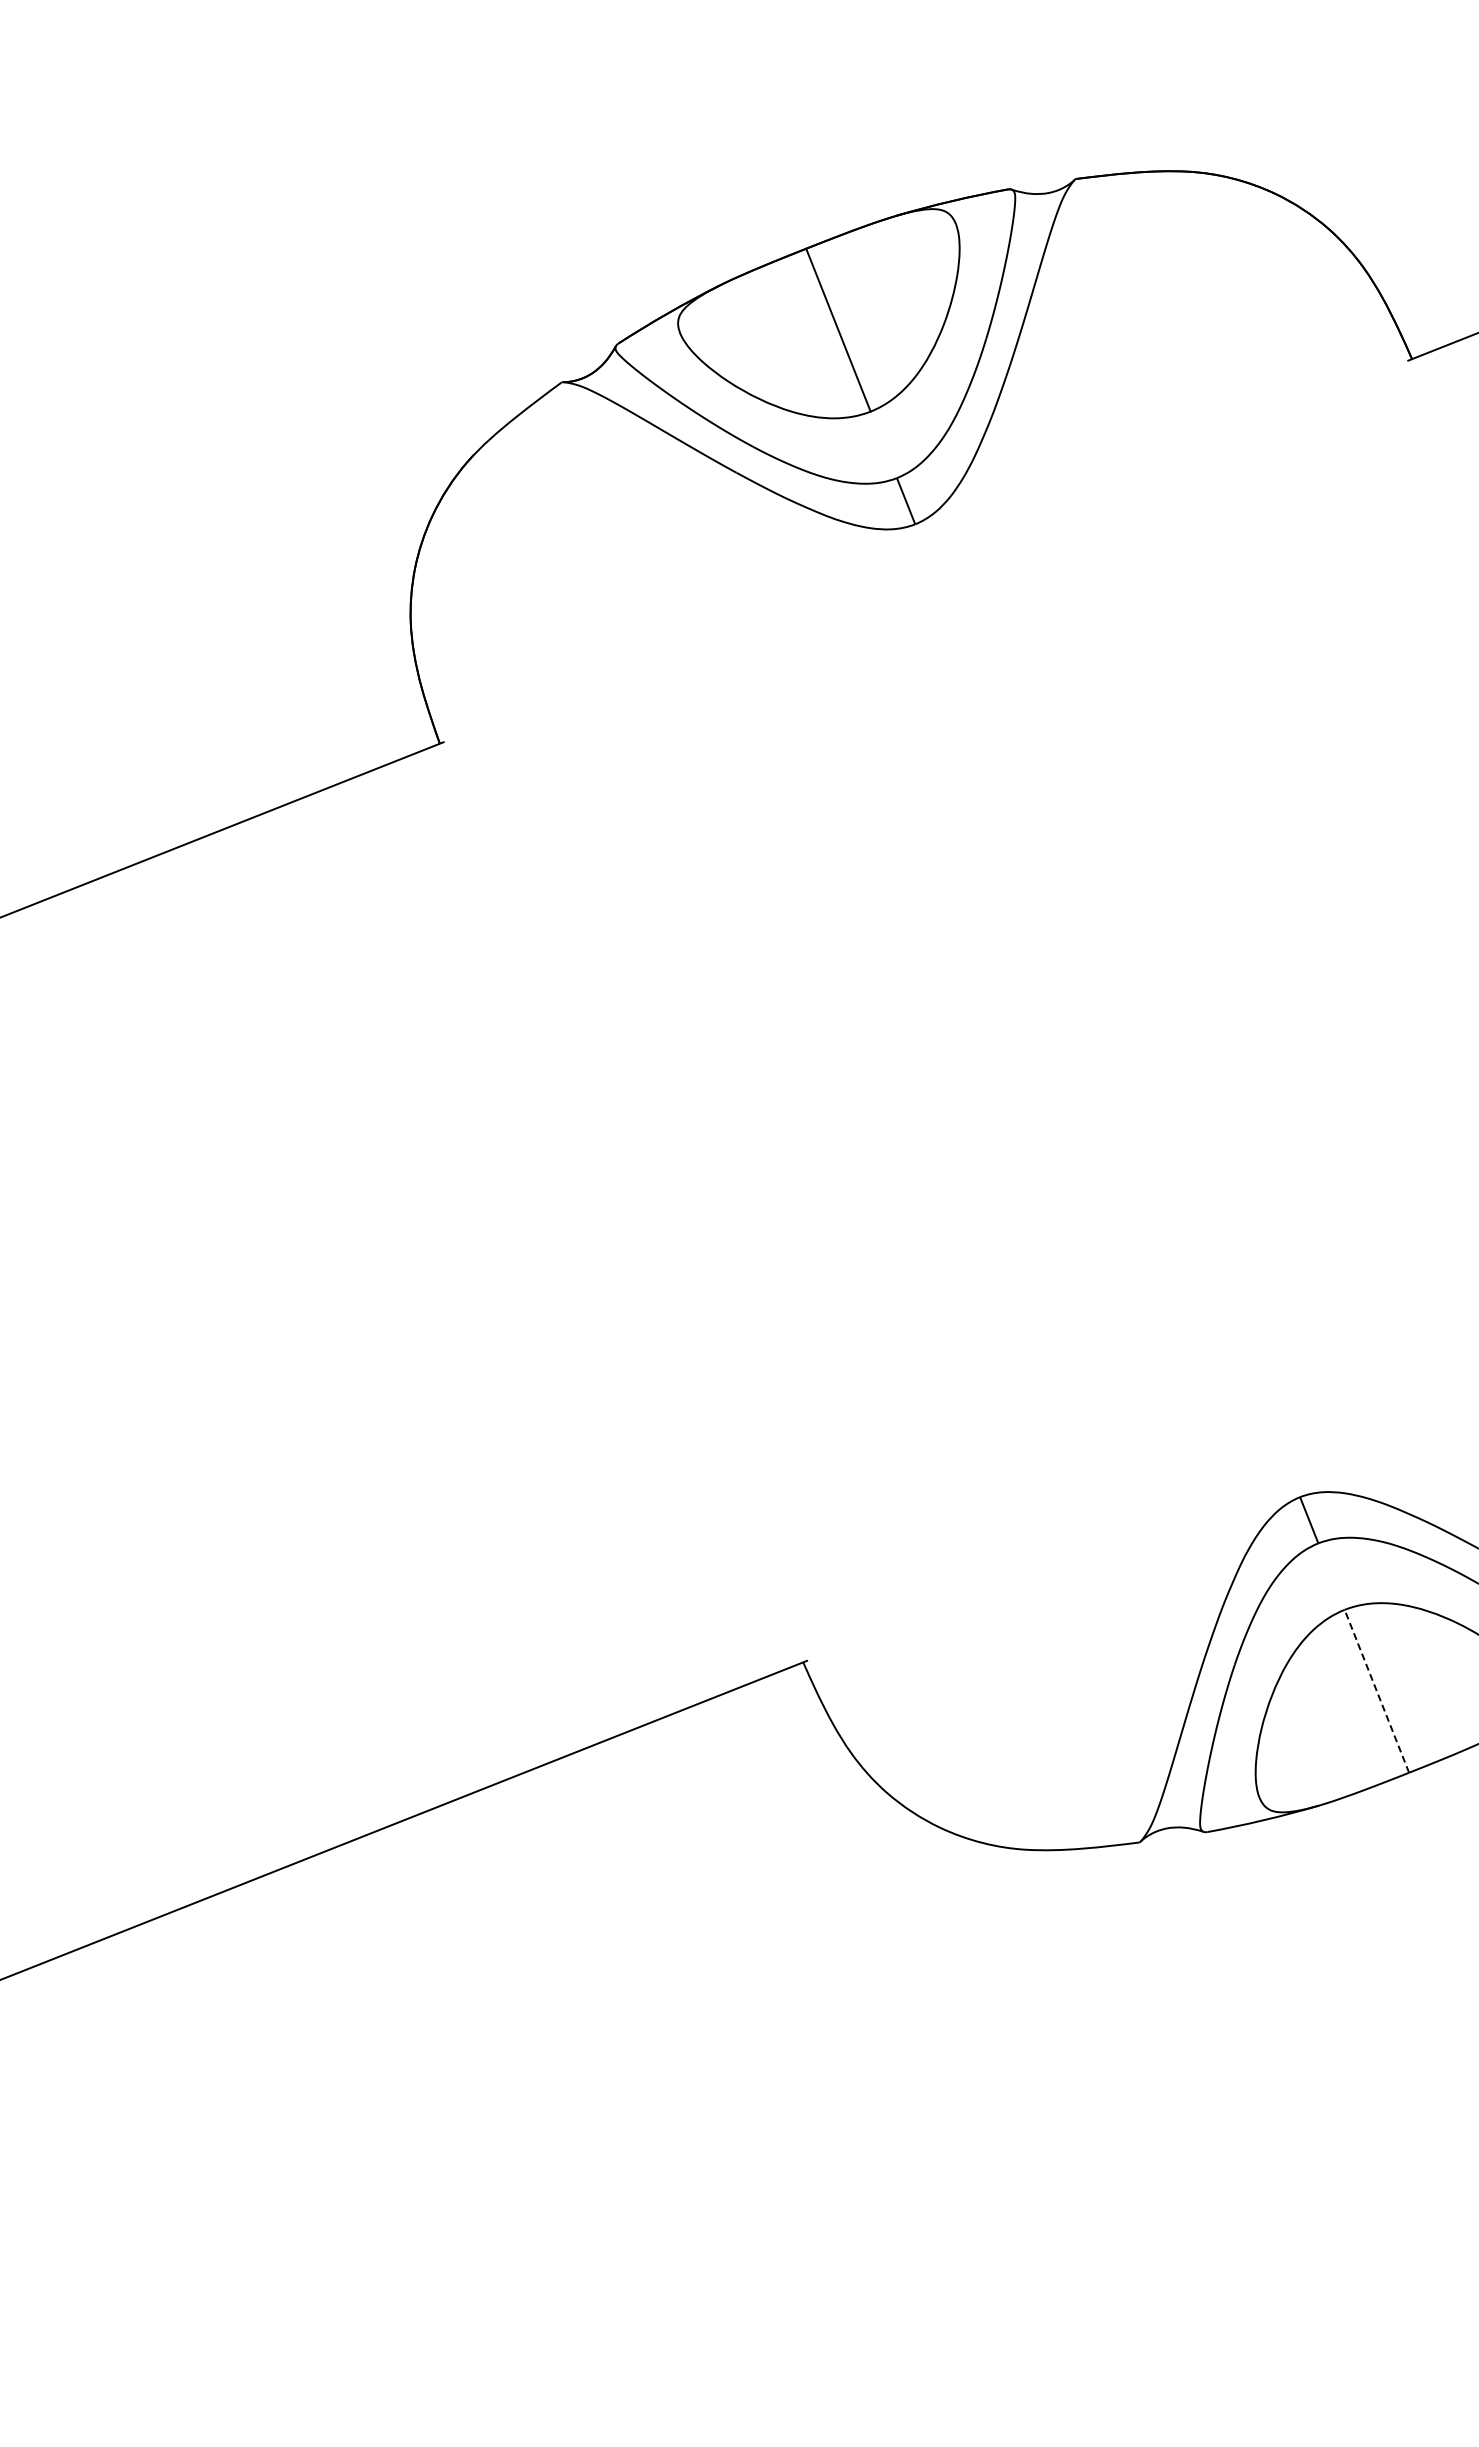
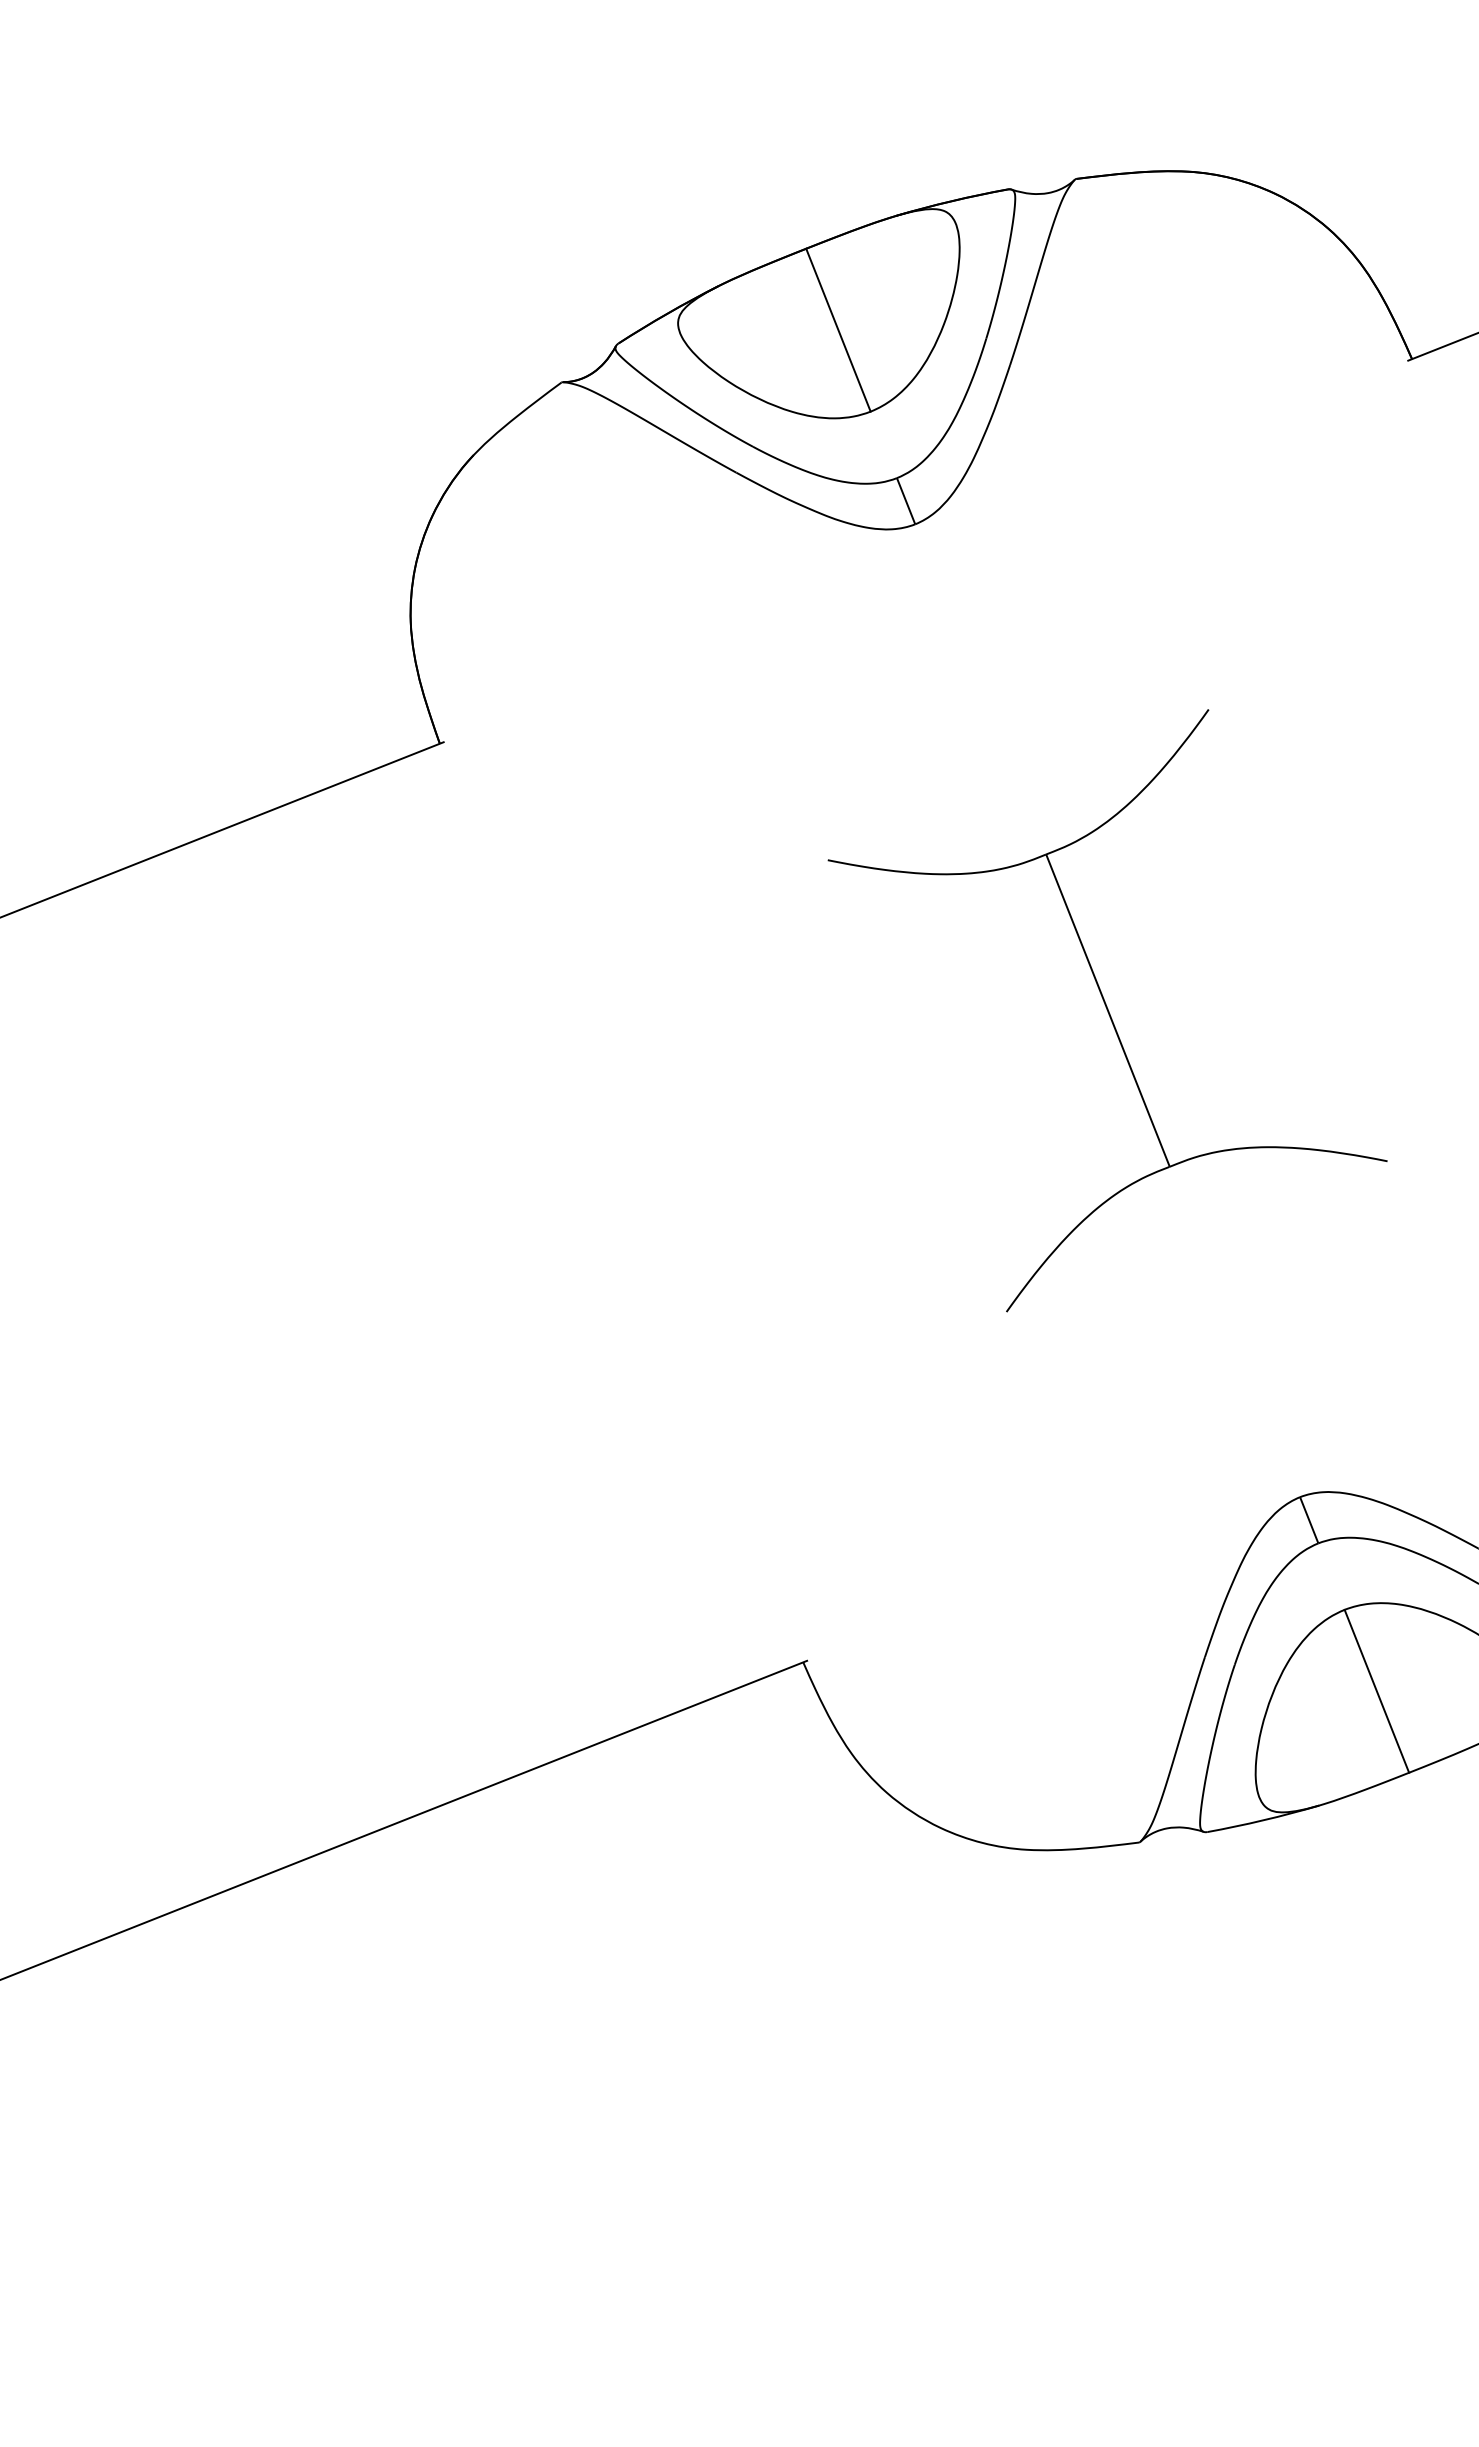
part at (1107, 1010): none -> present
line at (1376, 1691): dashed -> solid
